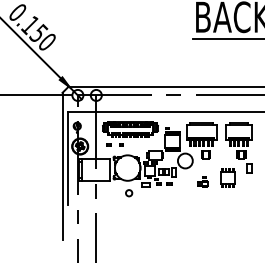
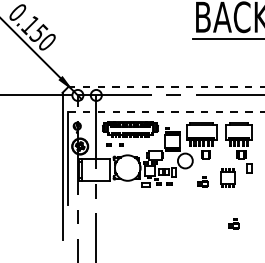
line at (166, 87): solid -> dashed
line at (167, 112): solid -> dashed
circle at (129, 193): present -> none
part at (233, 223): none -> present
